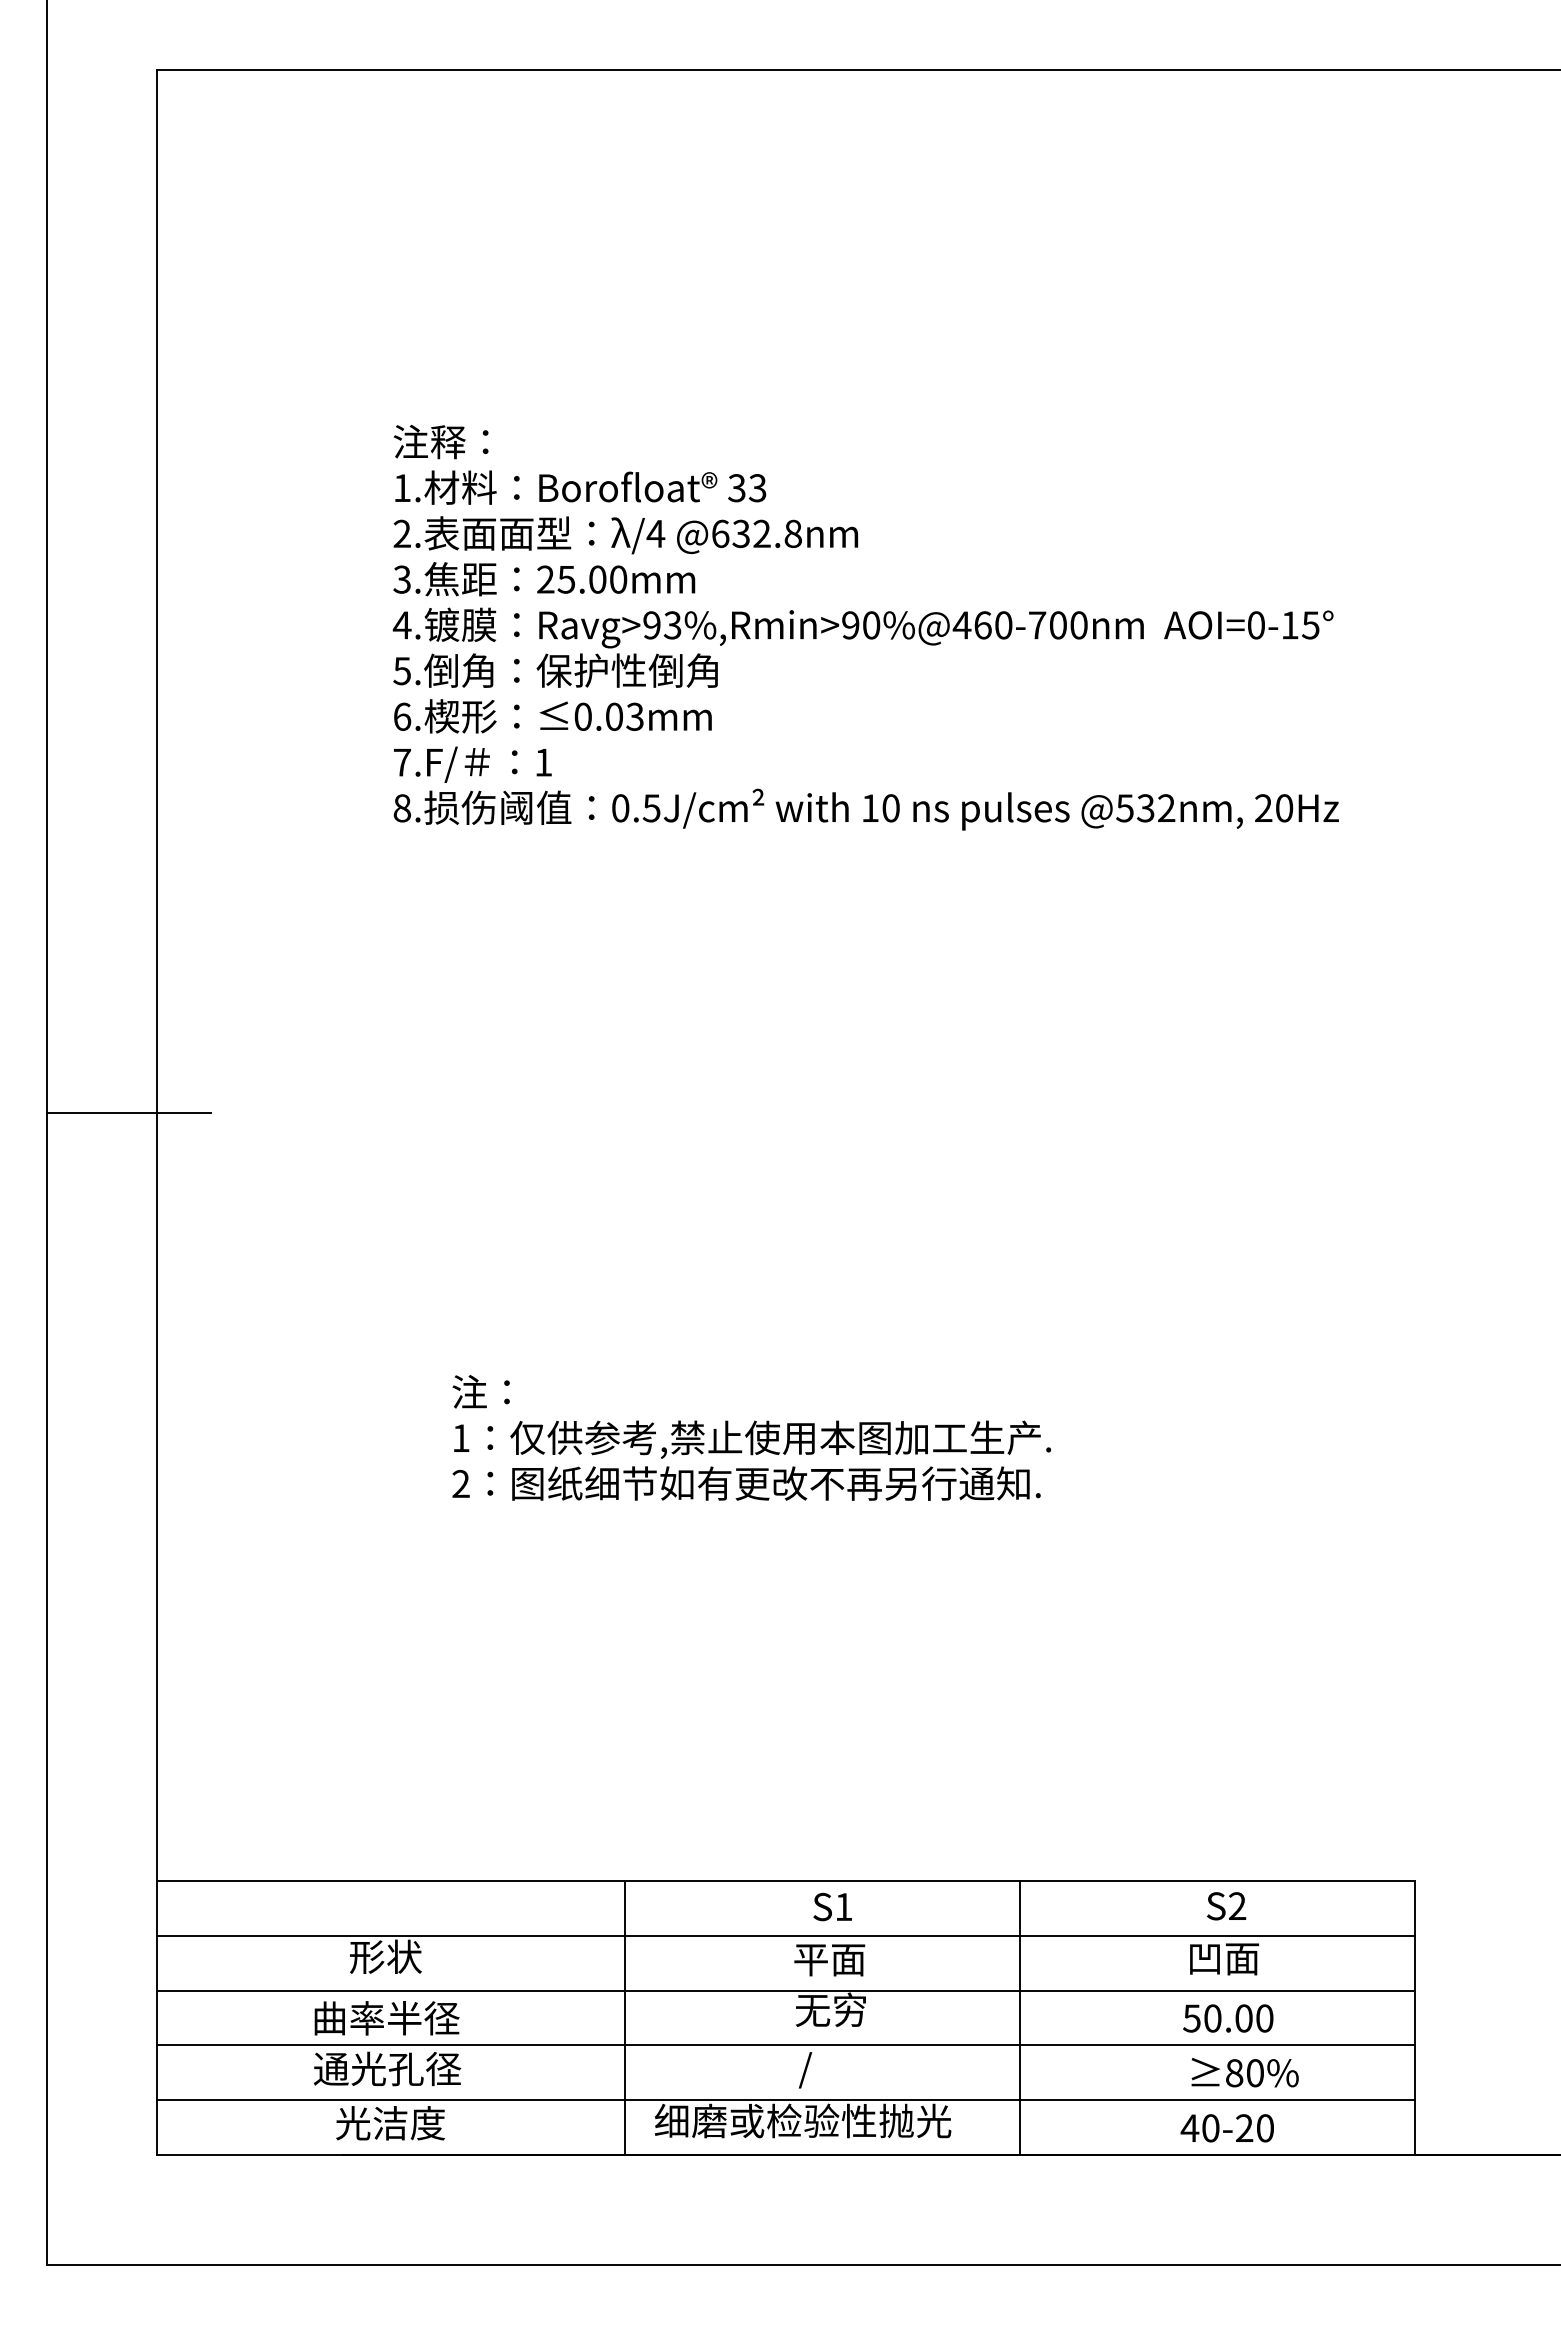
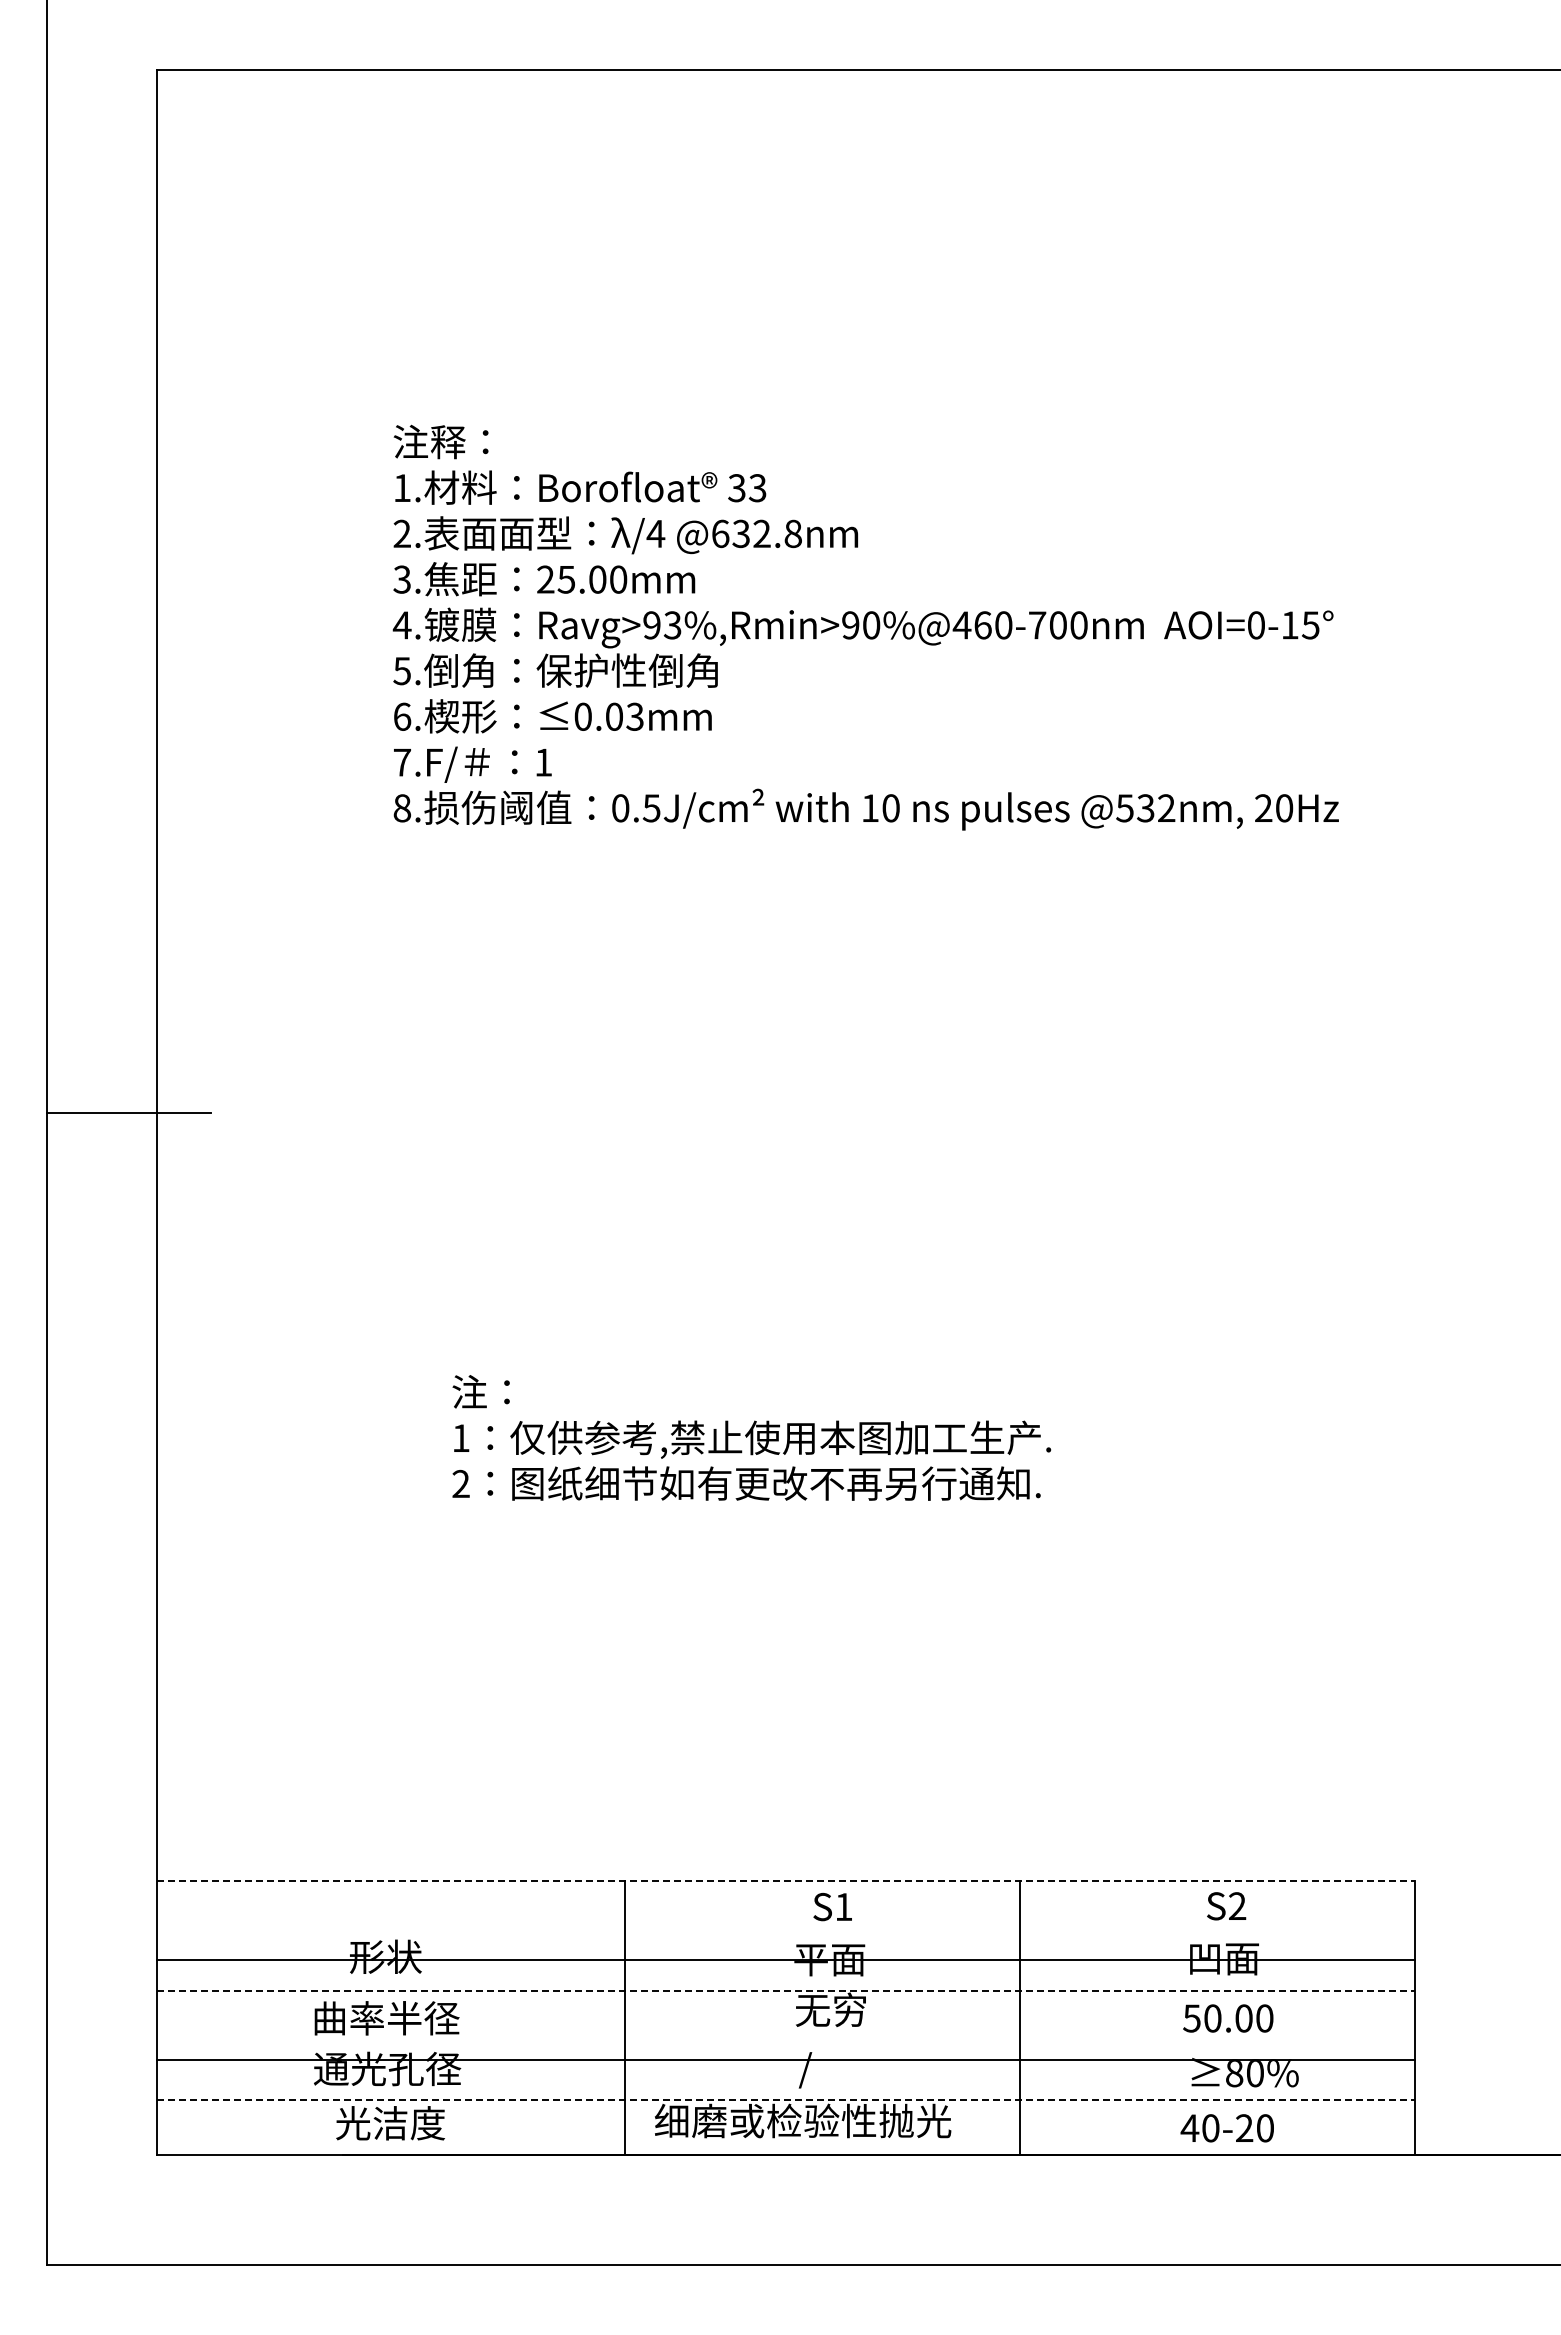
line at (786, 1880): solid -> dashed
line at (785, 1935) position: (785, 1935) -> (785, 1959)
line at (786, 1990): solid -> dashed
line at (785, 2045) position: (785, 2045) -> (785, 2060)
line at (786, 2100): solid -> dashed
